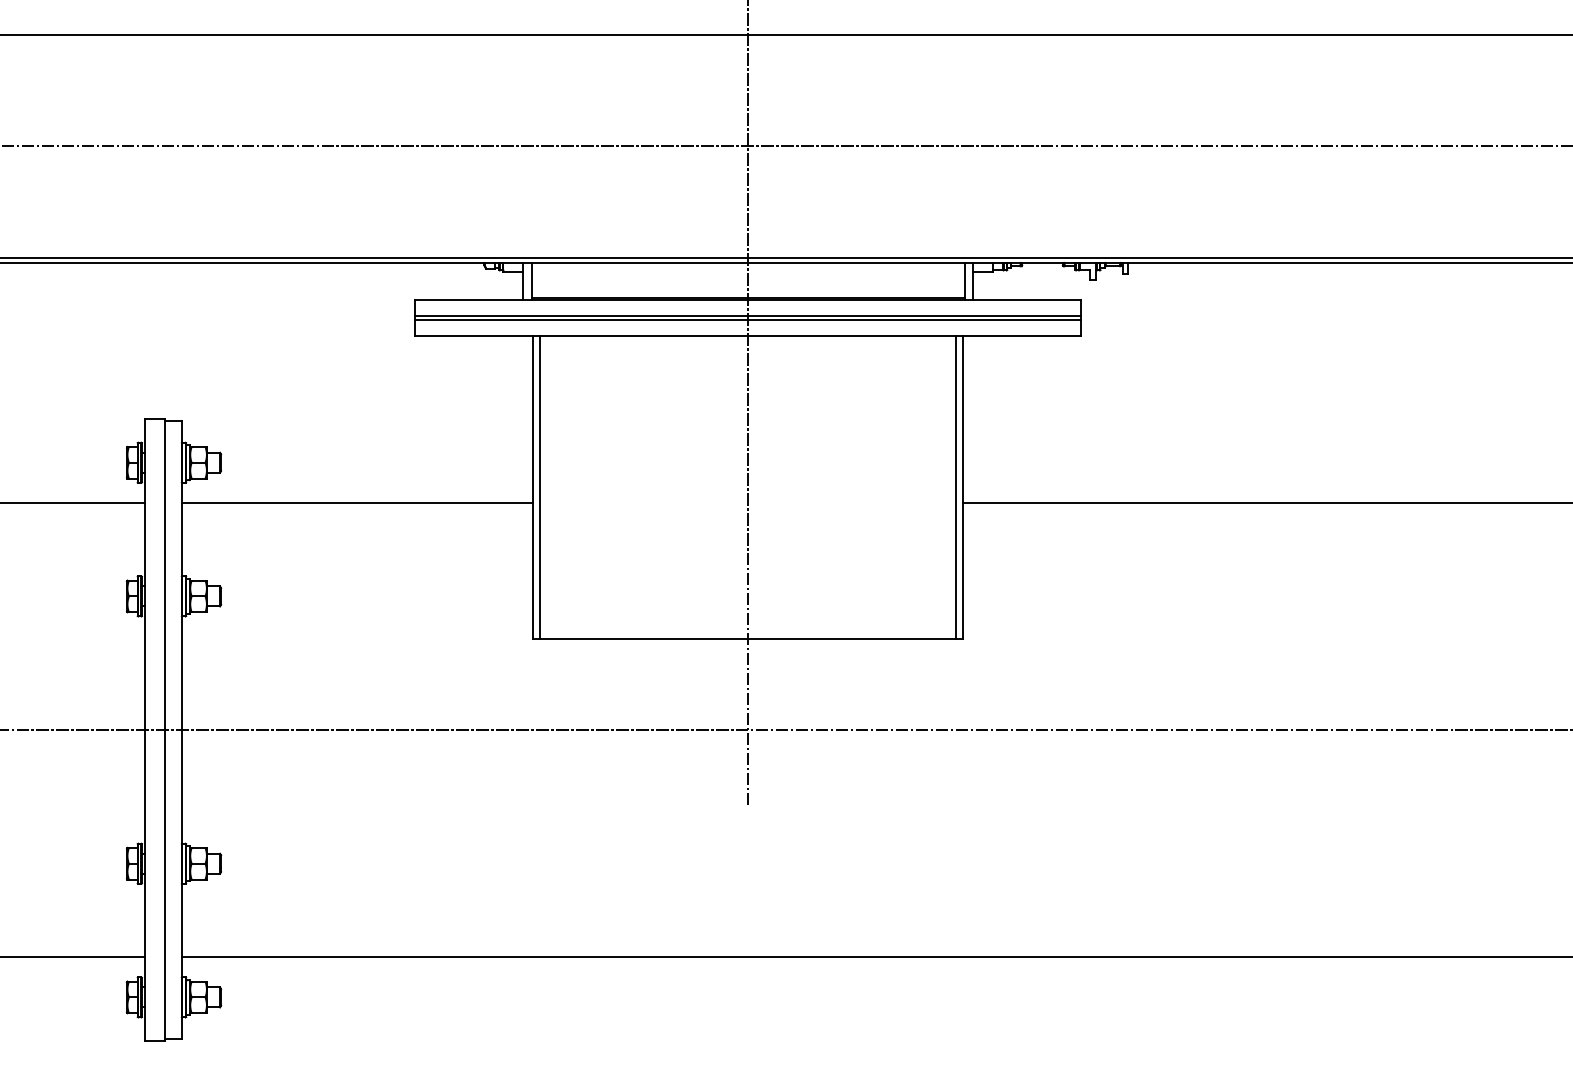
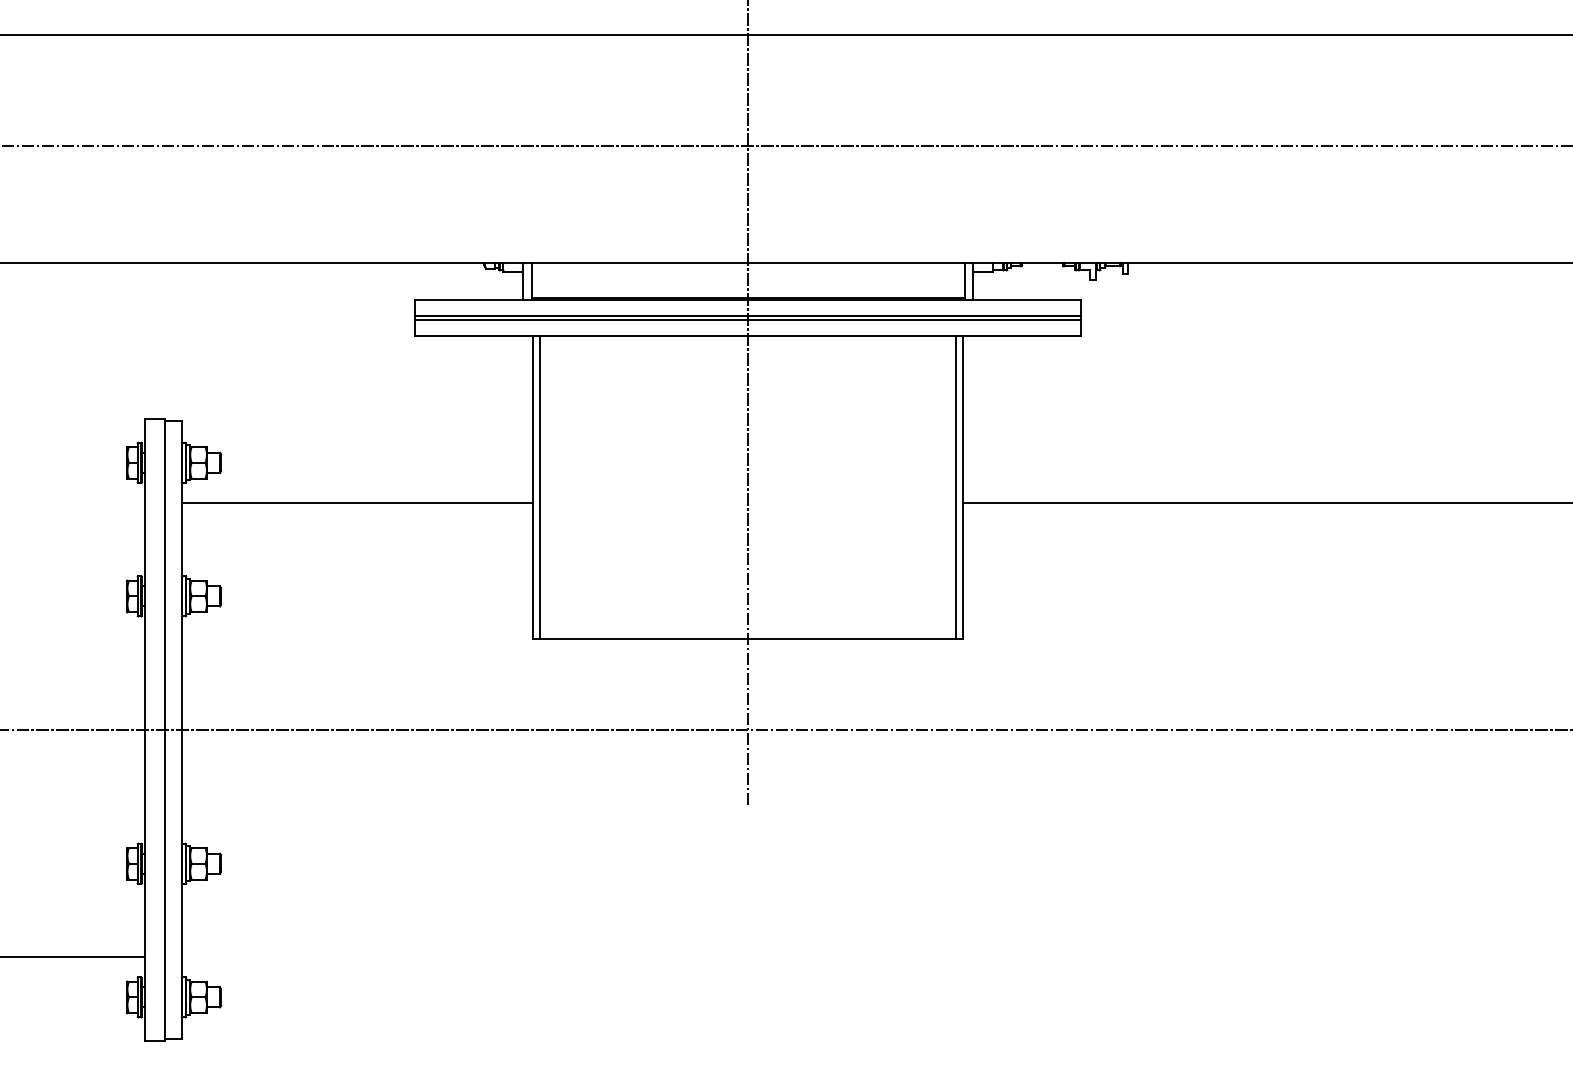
line at (785, 257): present -> none
line at (73, 502): present -> none
line at (875, 957): present -> none
